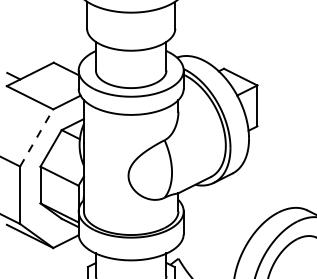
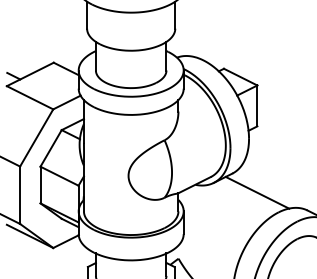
line at (36, 137): dashed -> solid
line at (257, 192): none -> present
